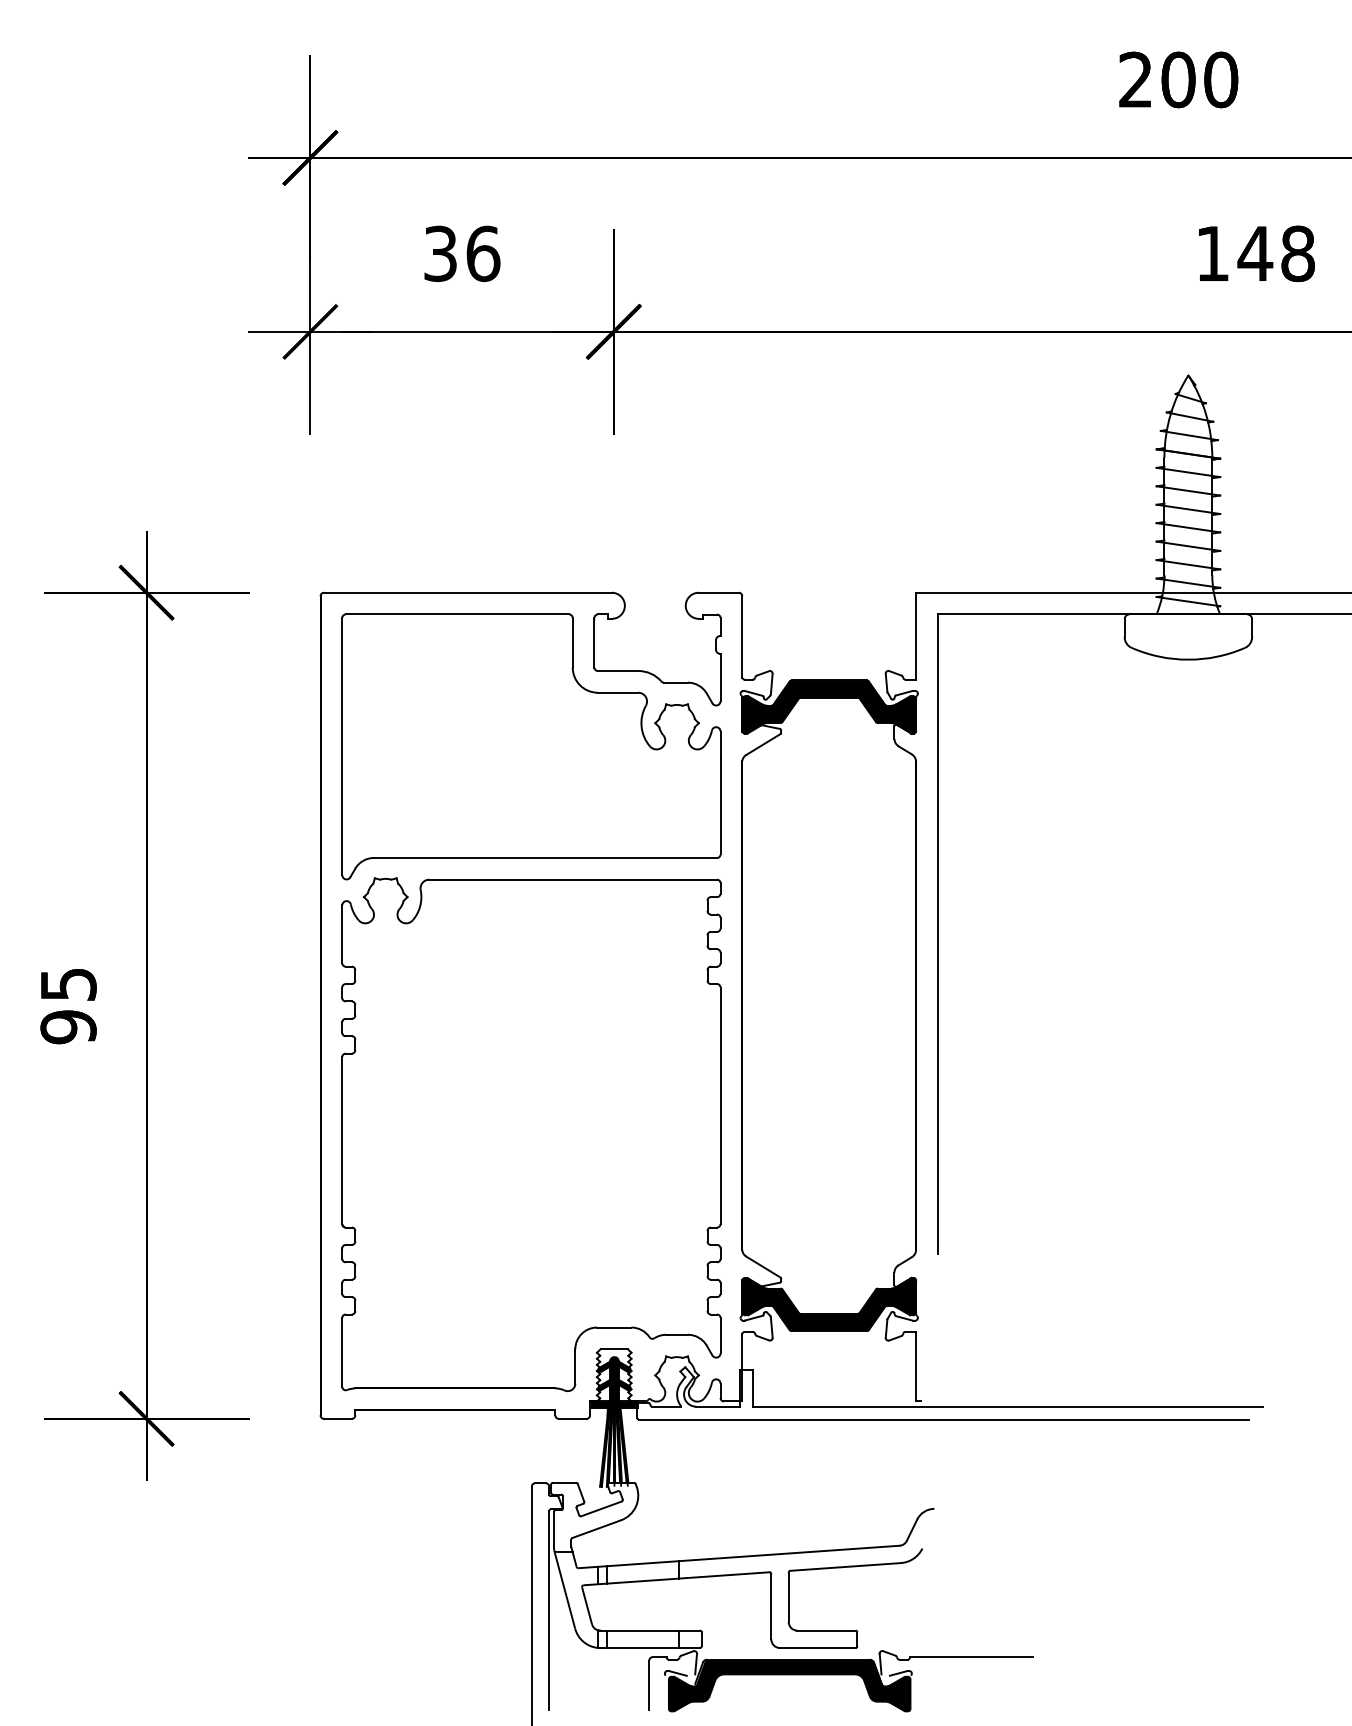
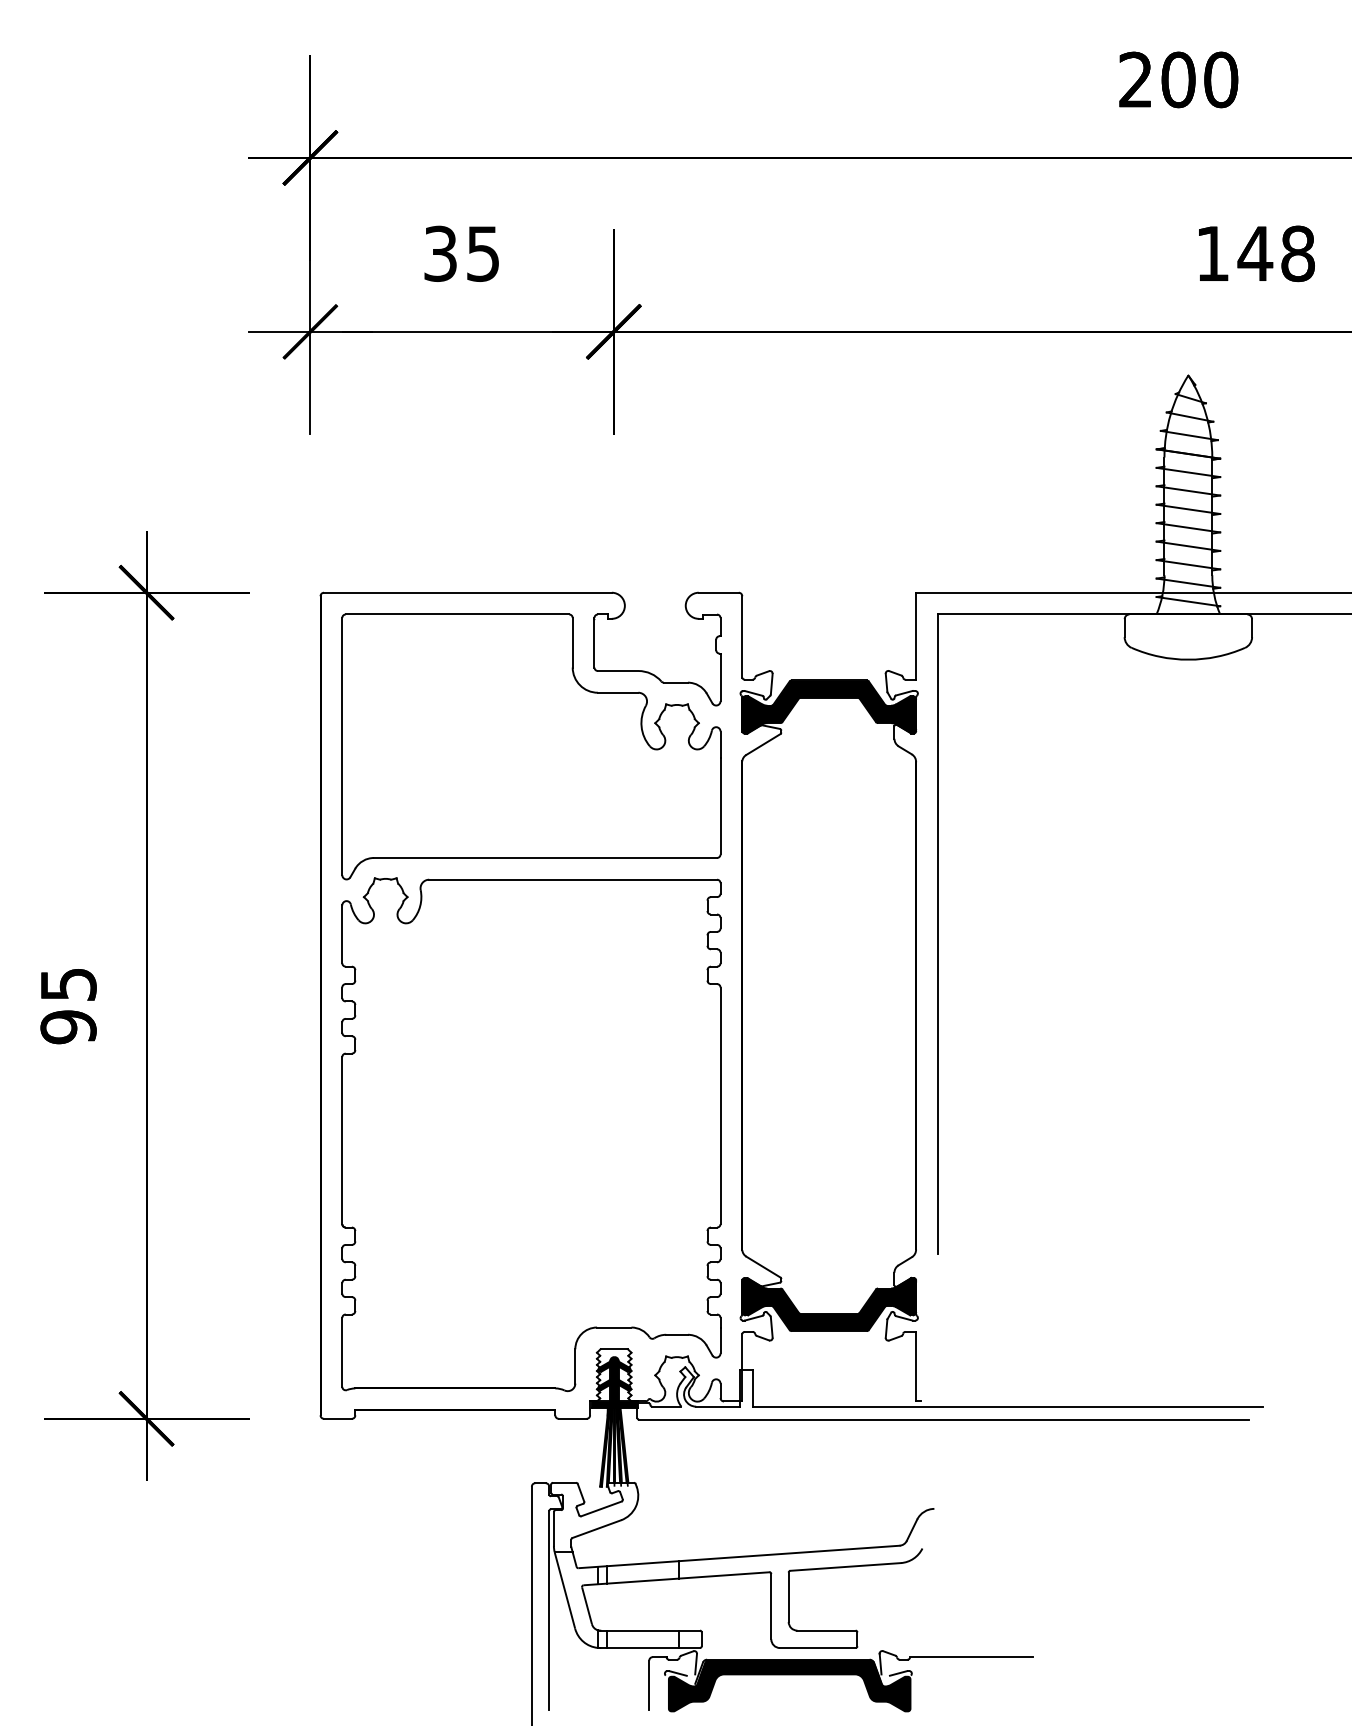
text at (483, 253): 36 -> 35
